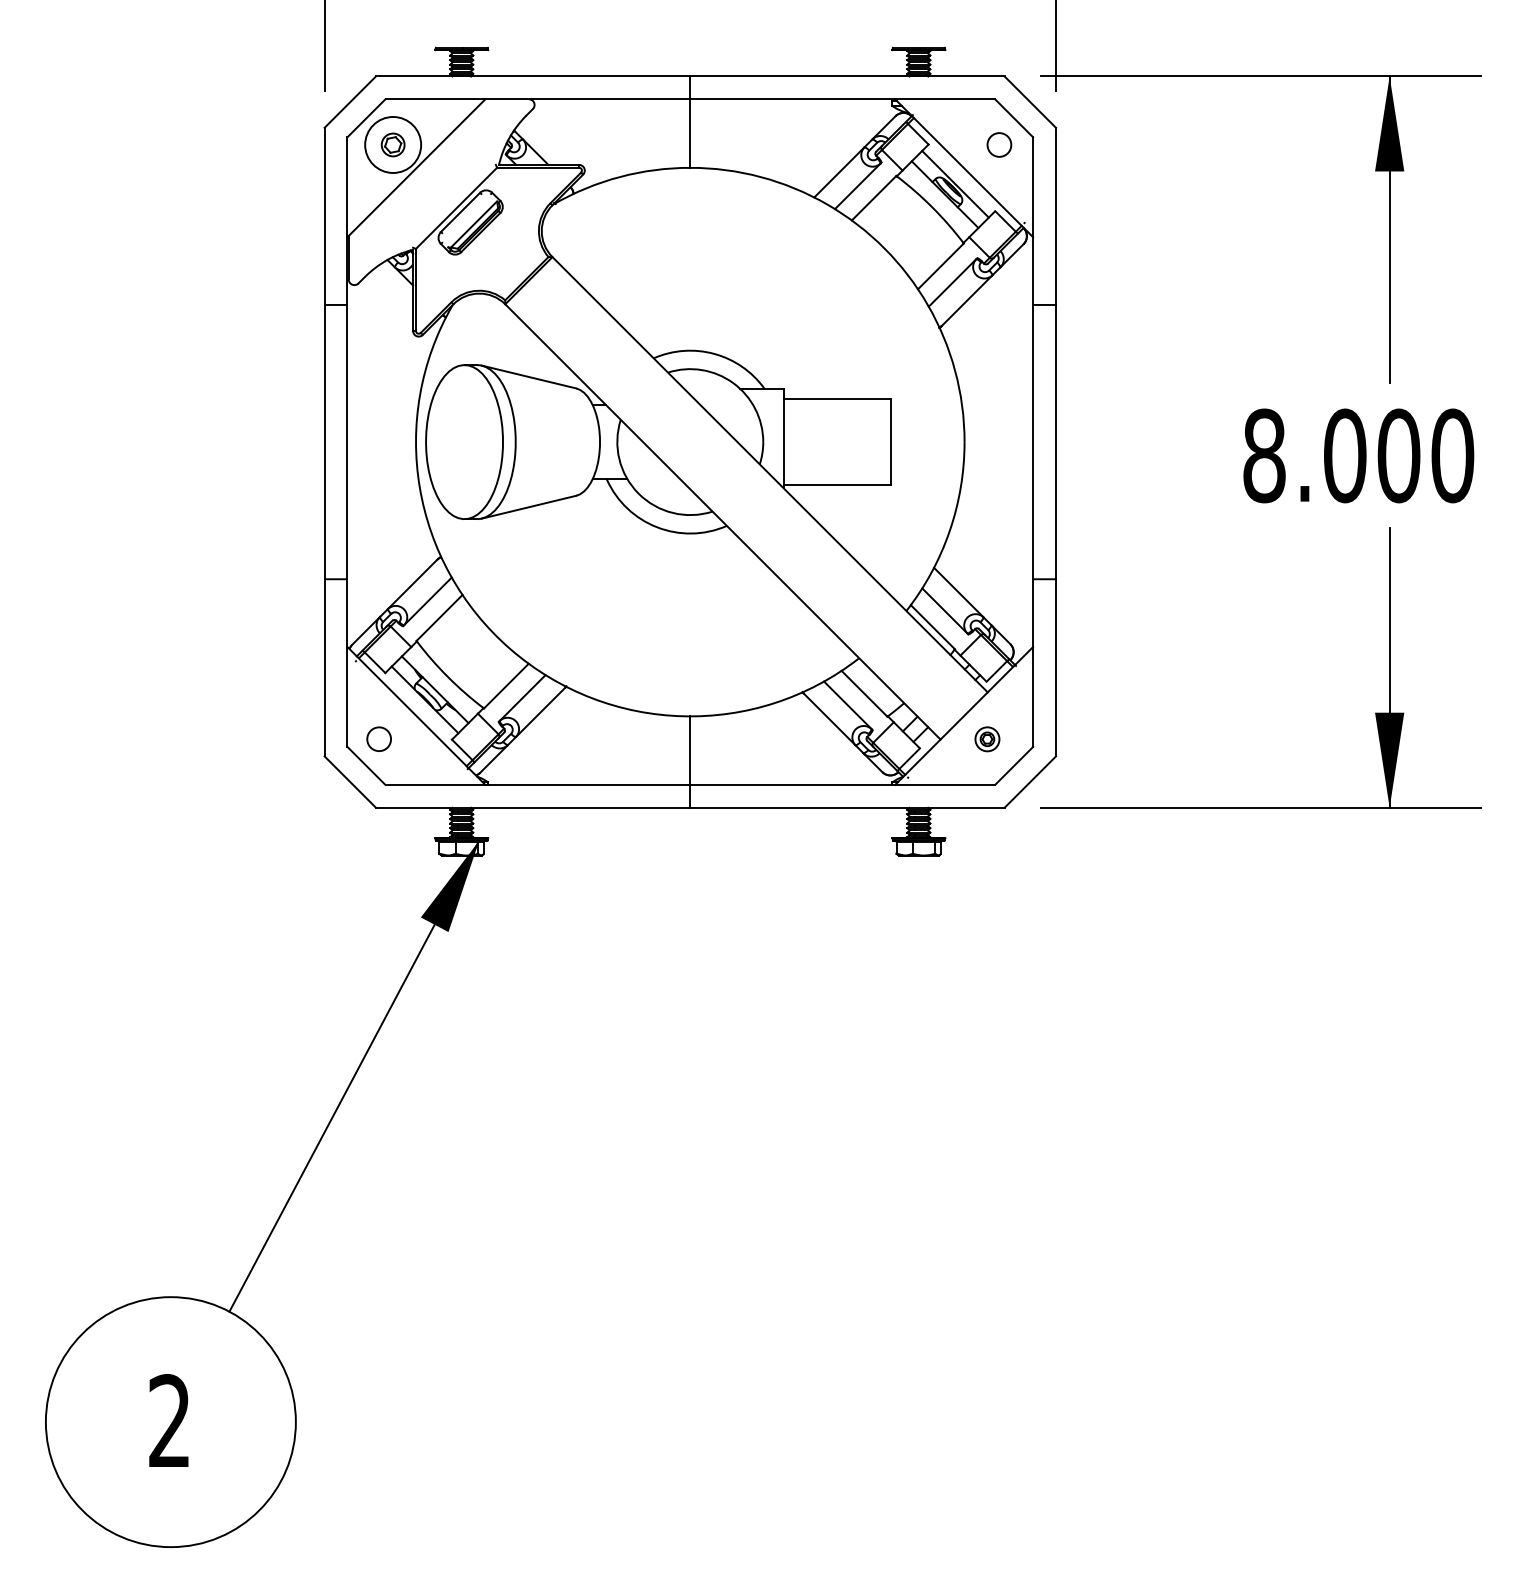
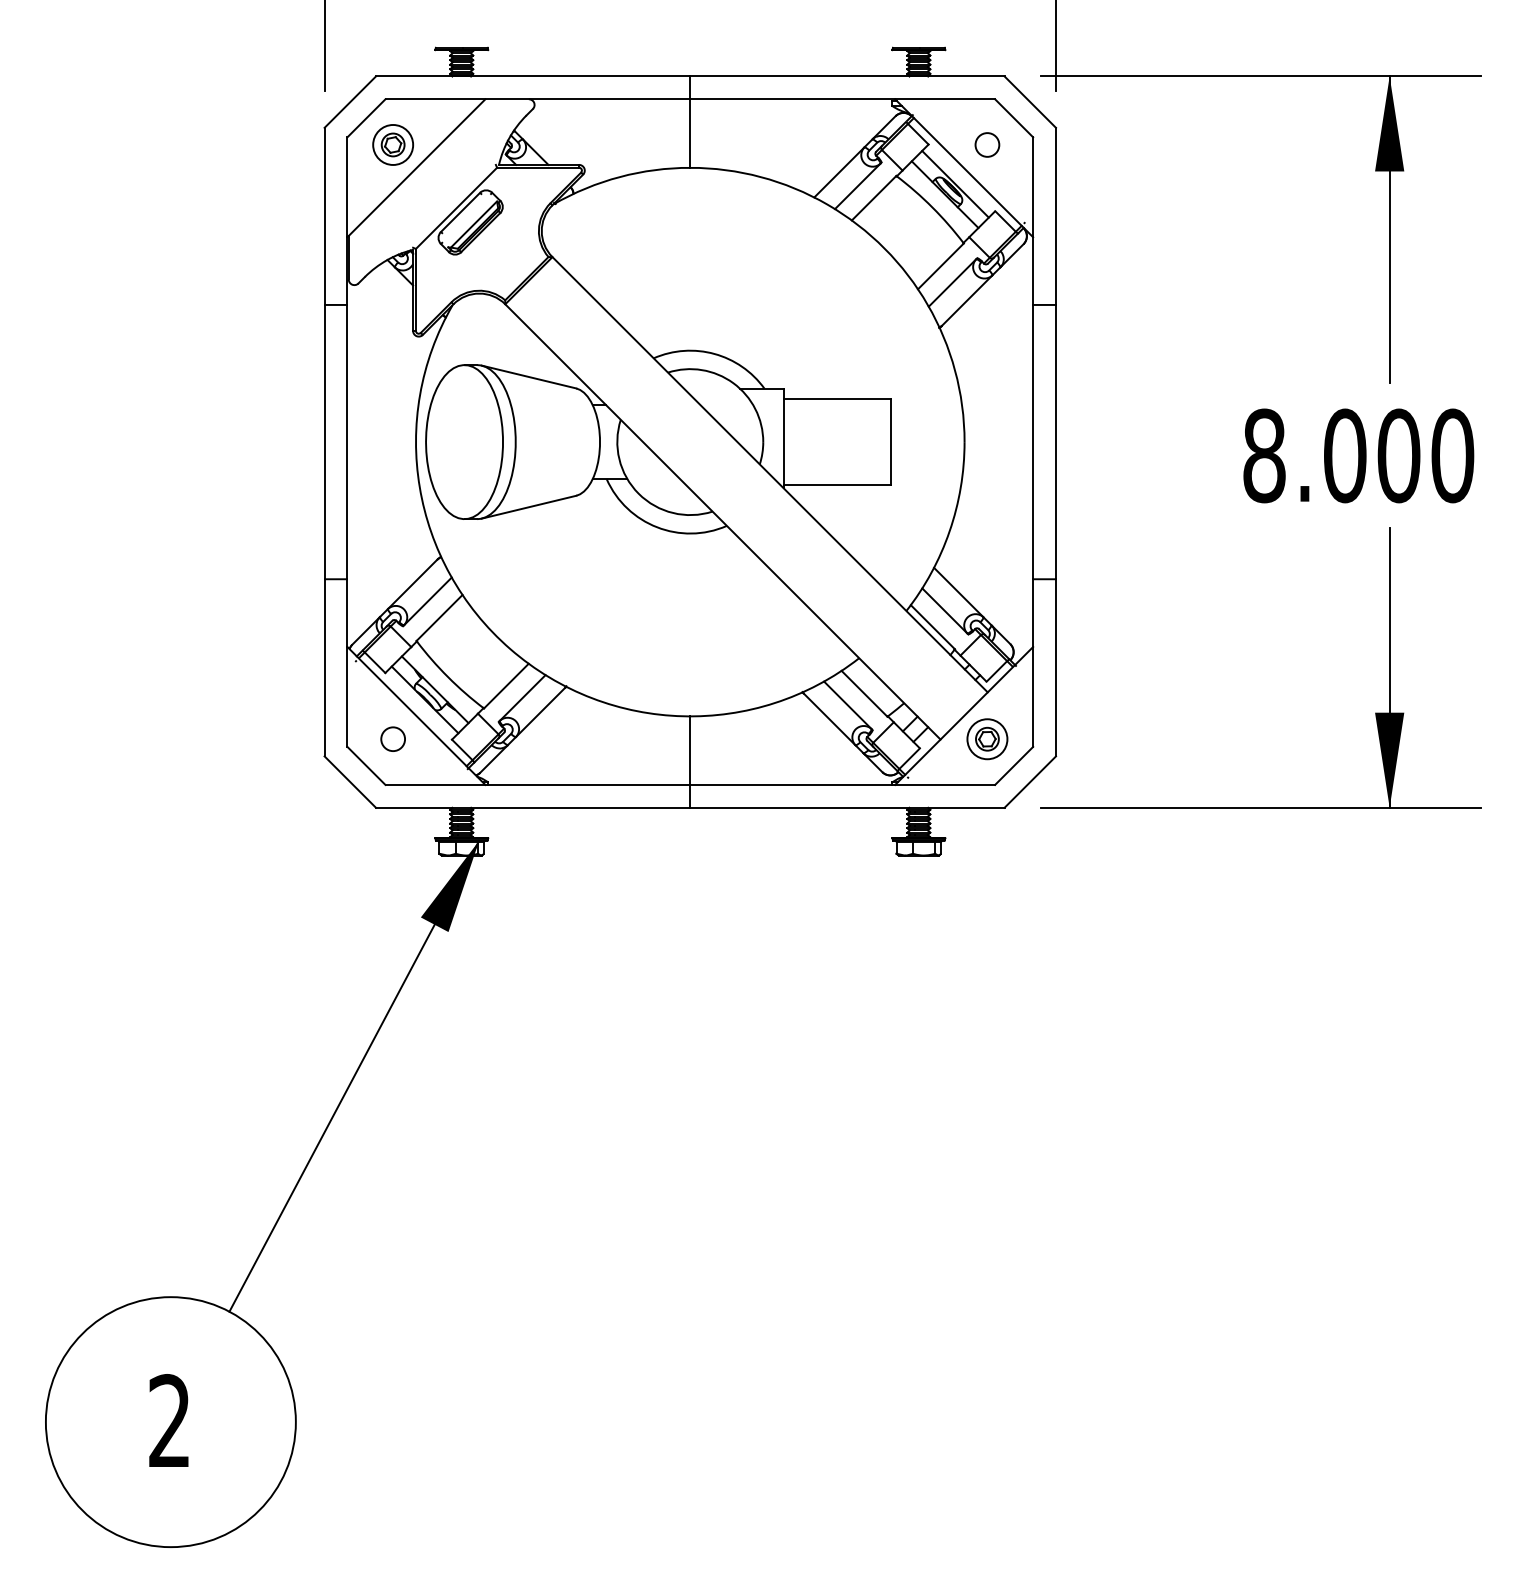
circle at (393, 144) diameter: 56 px -> 40 px
circle at (999, 144) position: (999, 144) -> (987, 144)
circle at (378, 738) position: (378, 738) -> (392, 738)
part at (987, 739) size: 27x27 px -> 43x43 px
